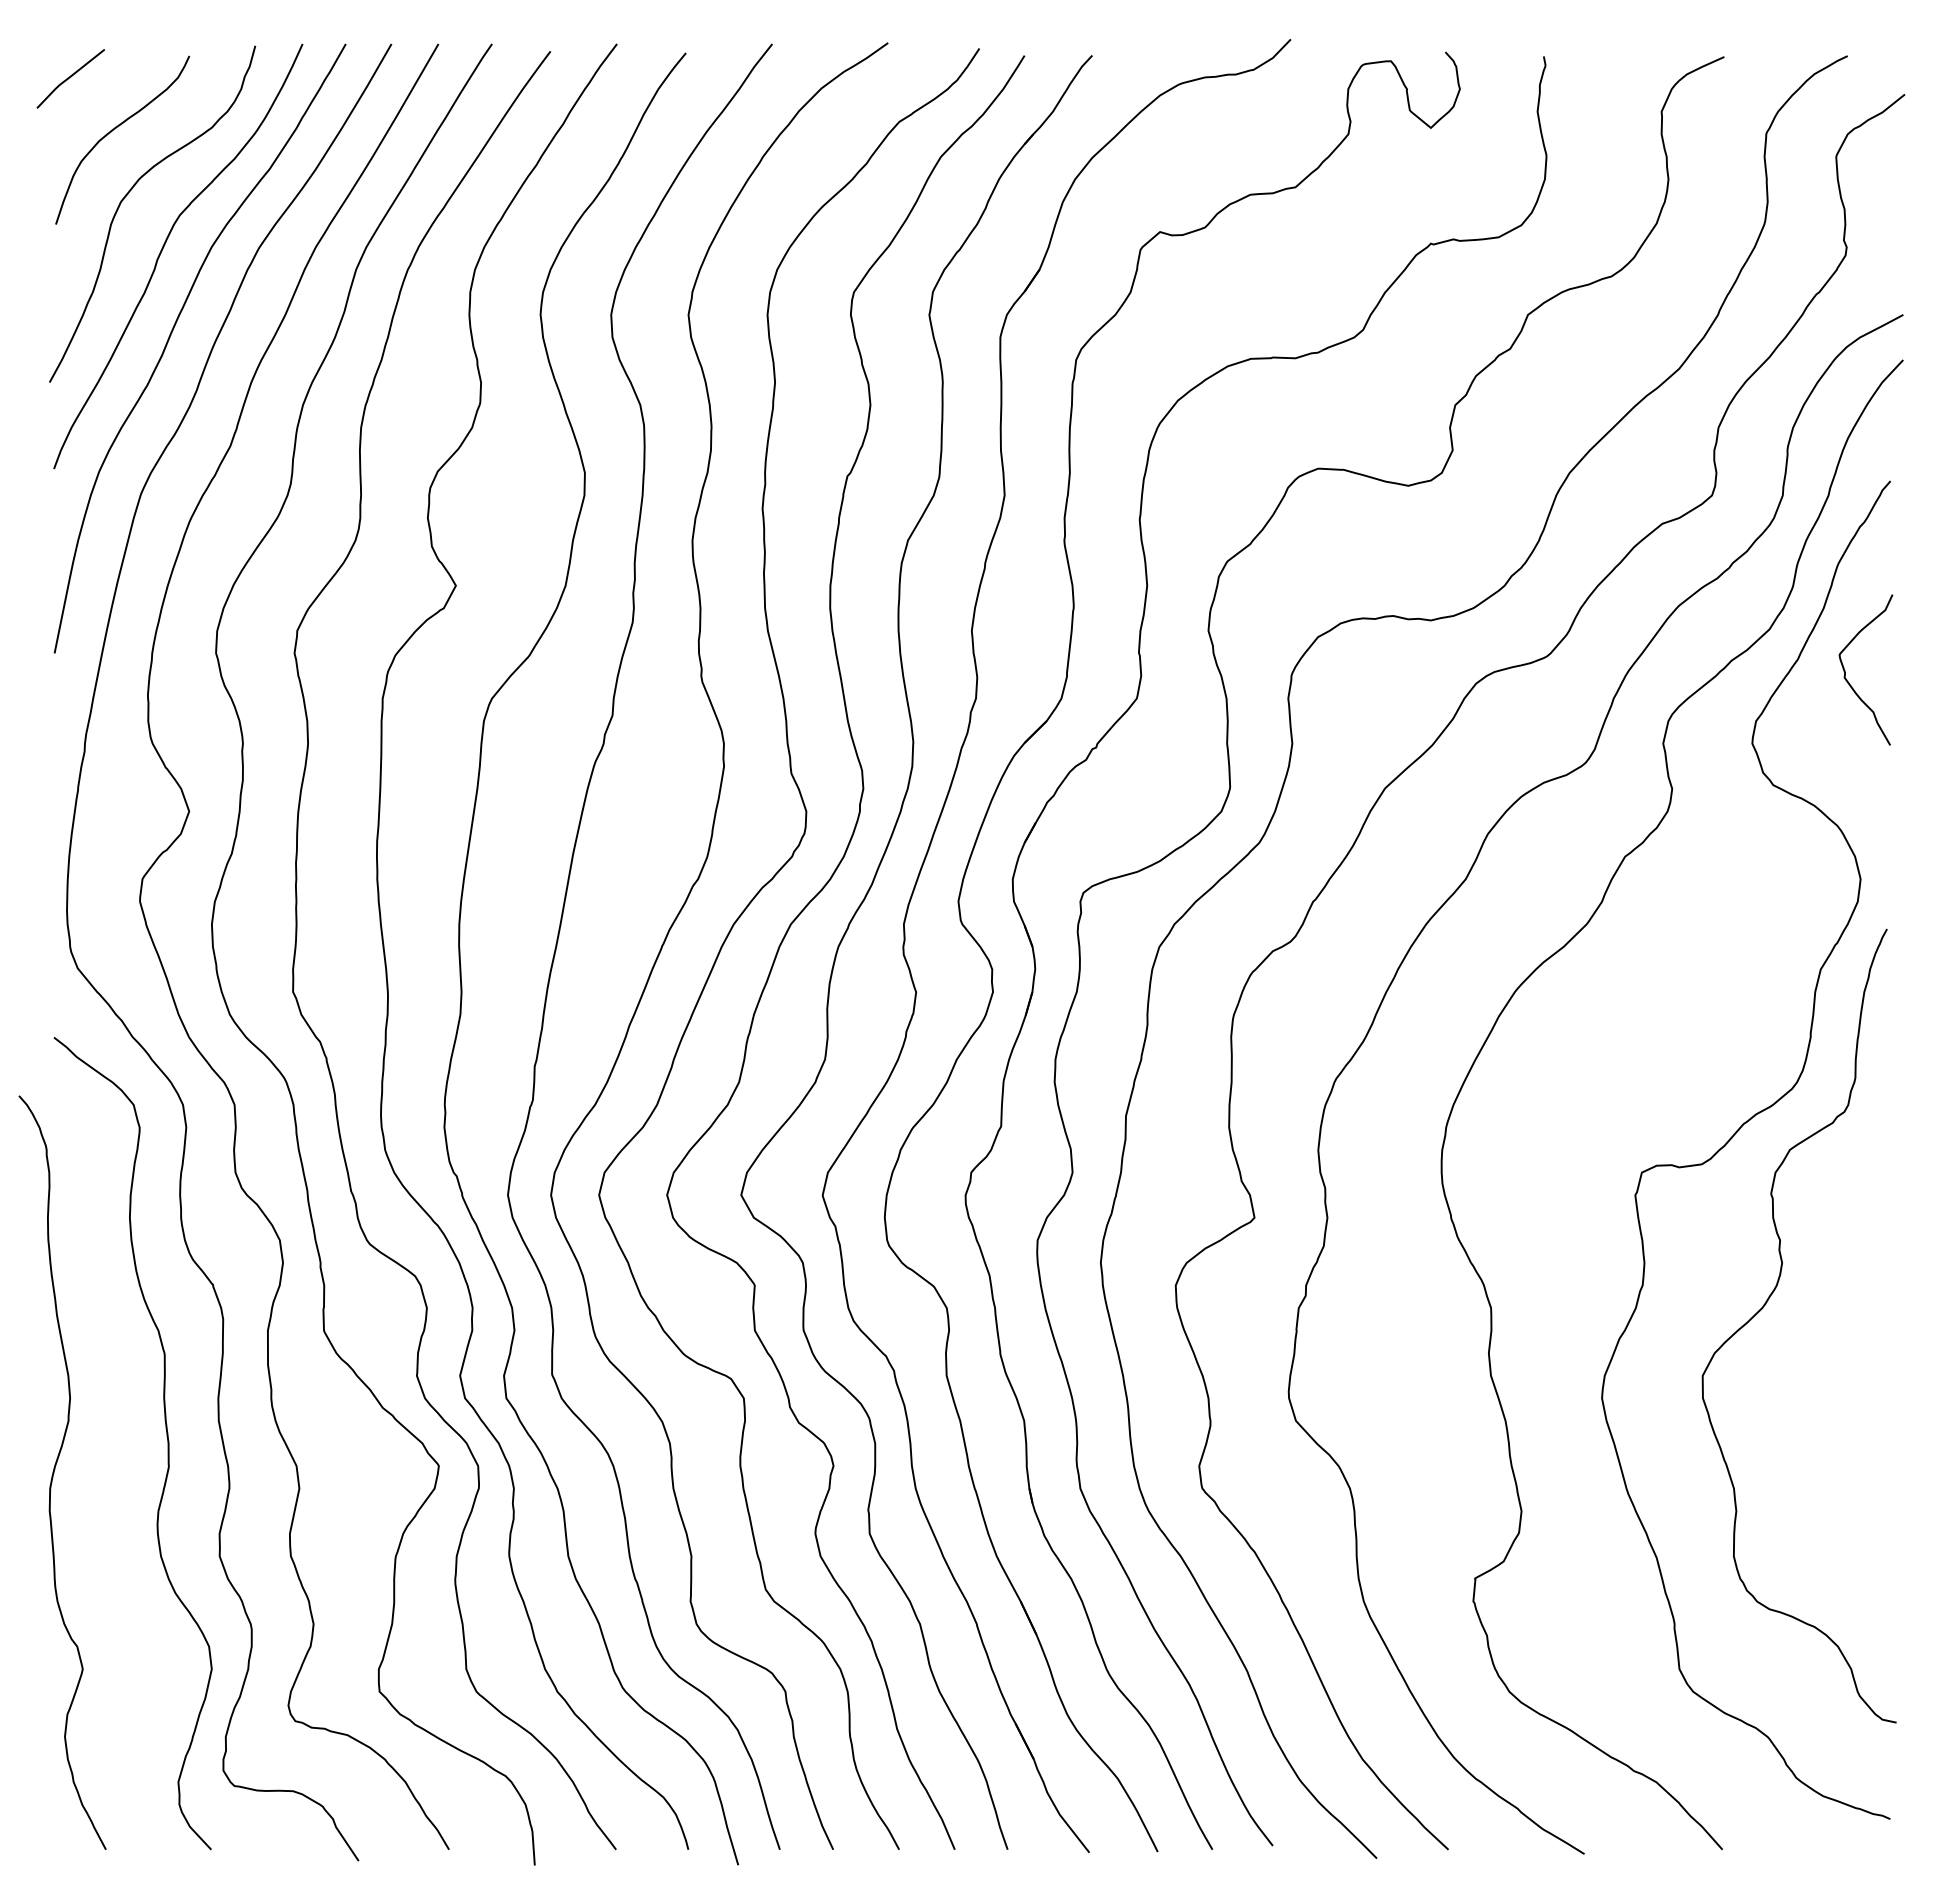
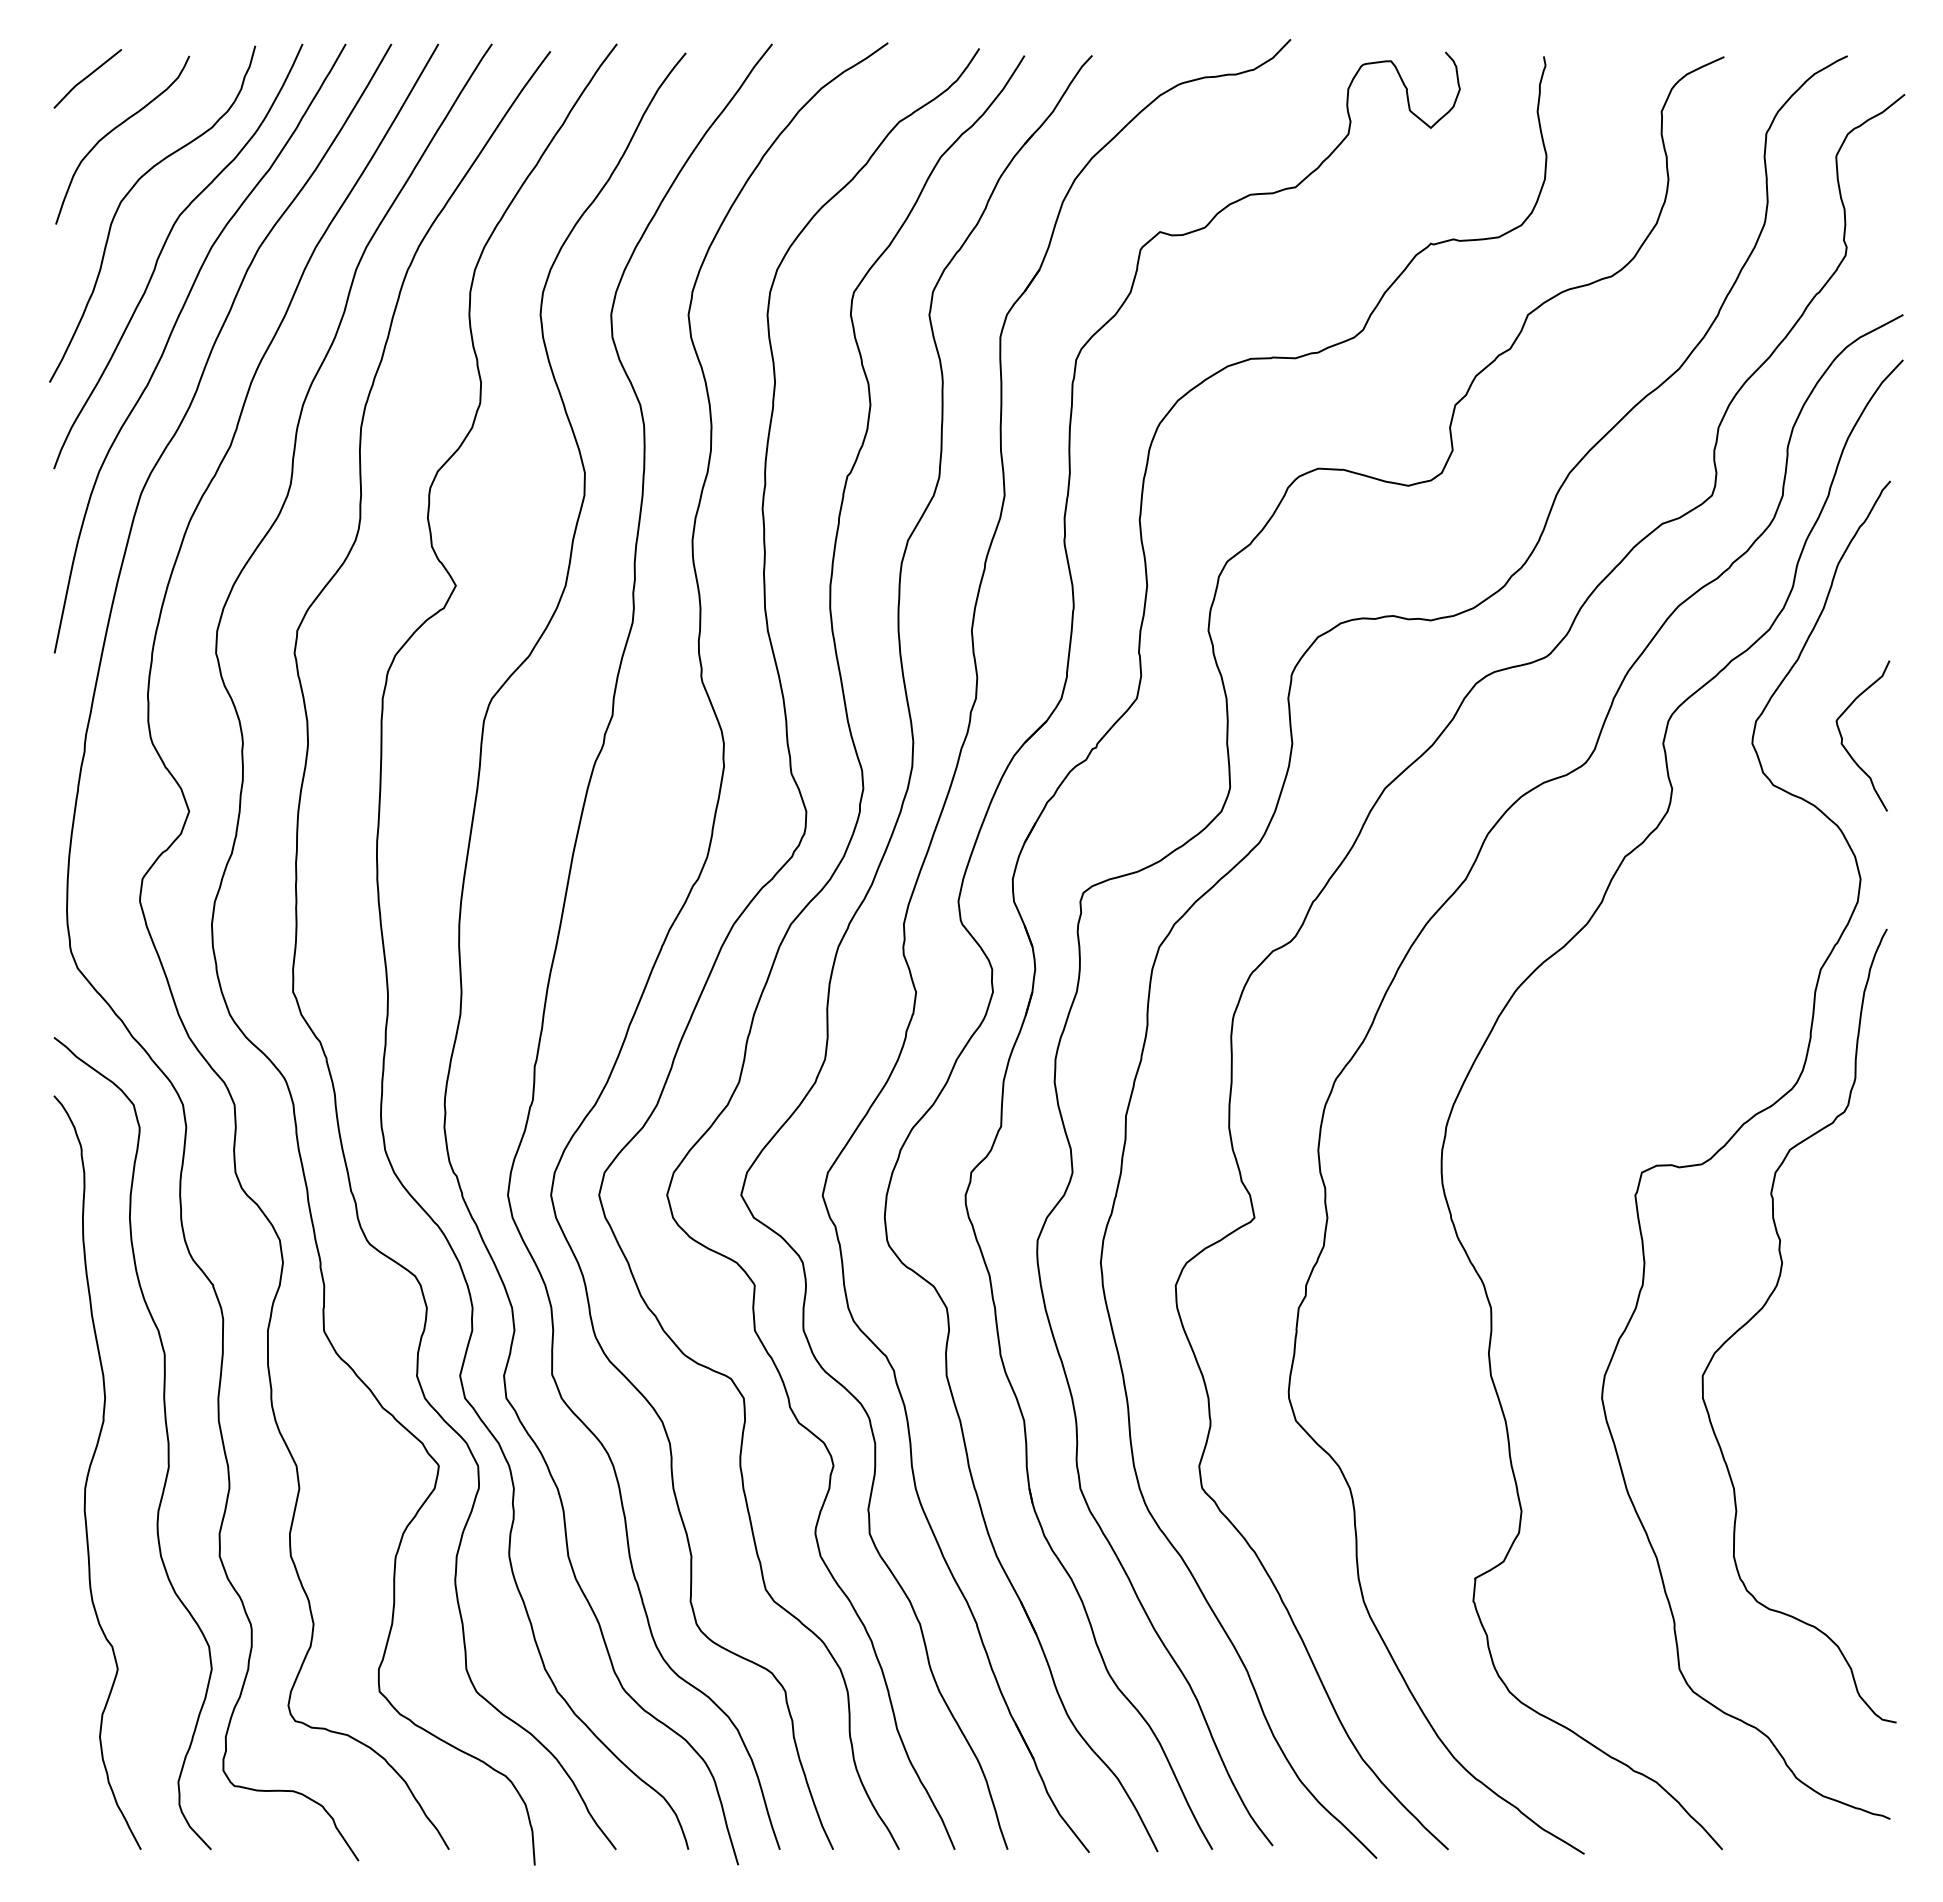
line at (70, 77) position: (70, 77) -> (87, 77)
curve at (1845, 670) position: (1845, 670) -> (1842, 736)
curve at (55, 1469) position: (55, 1469) -> (90, 1469)
